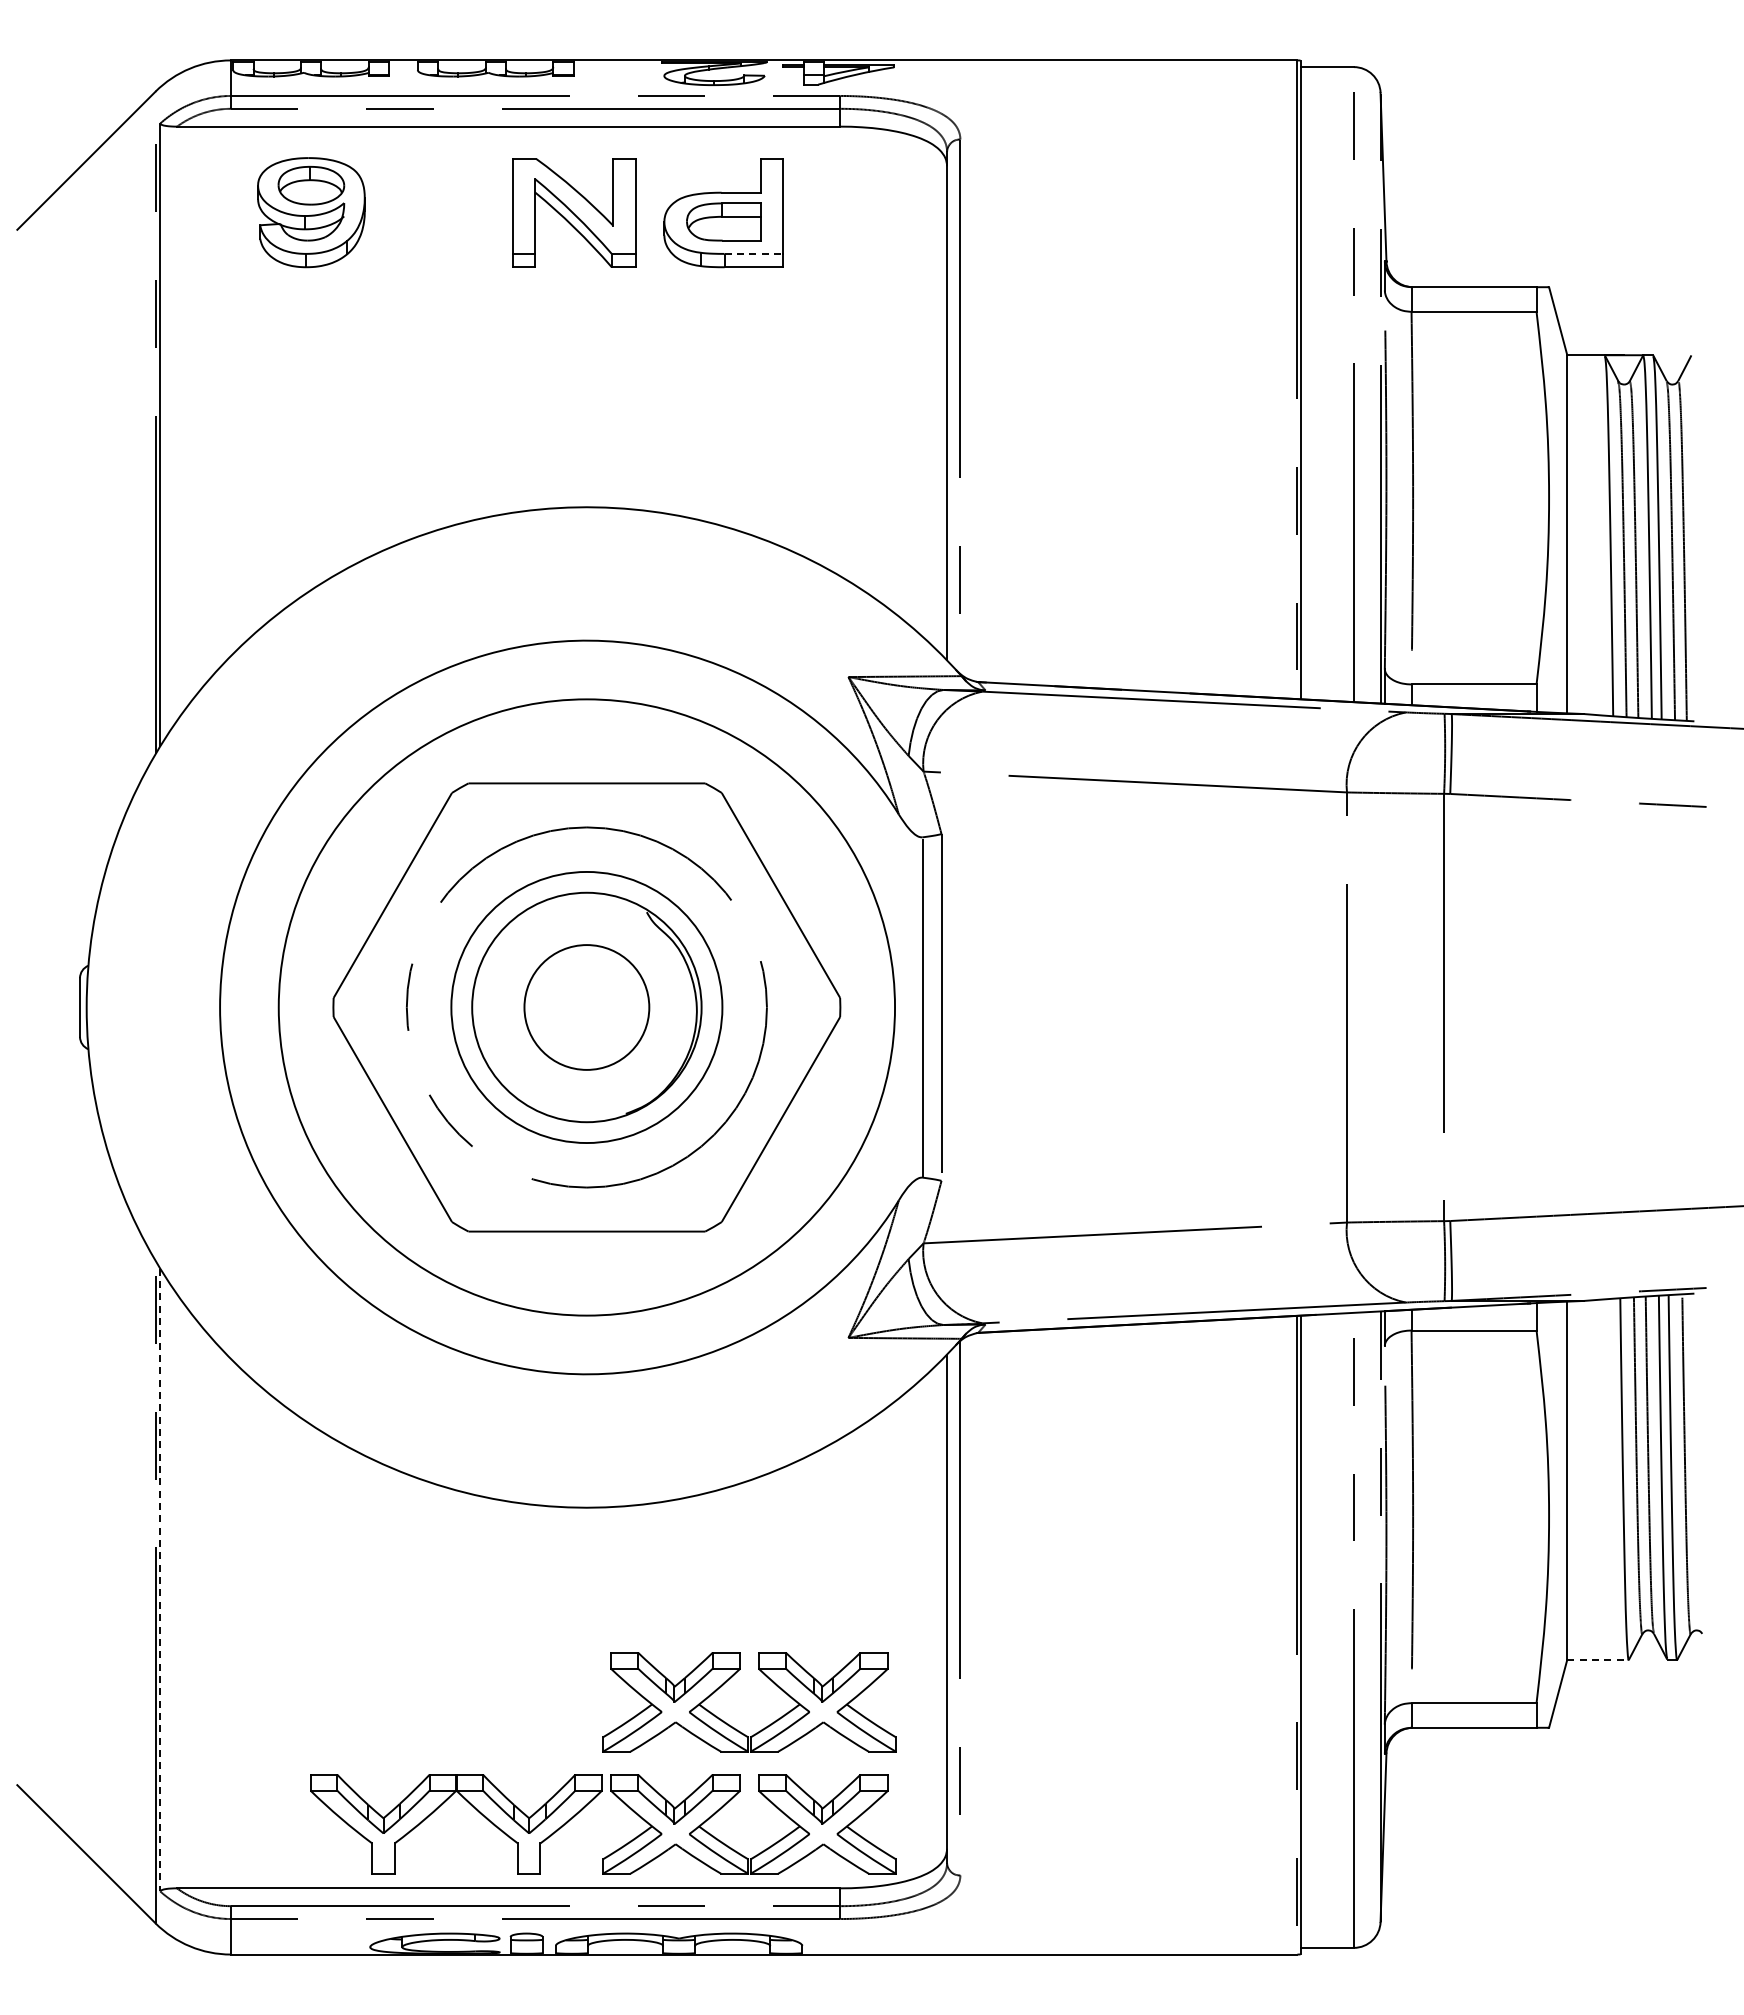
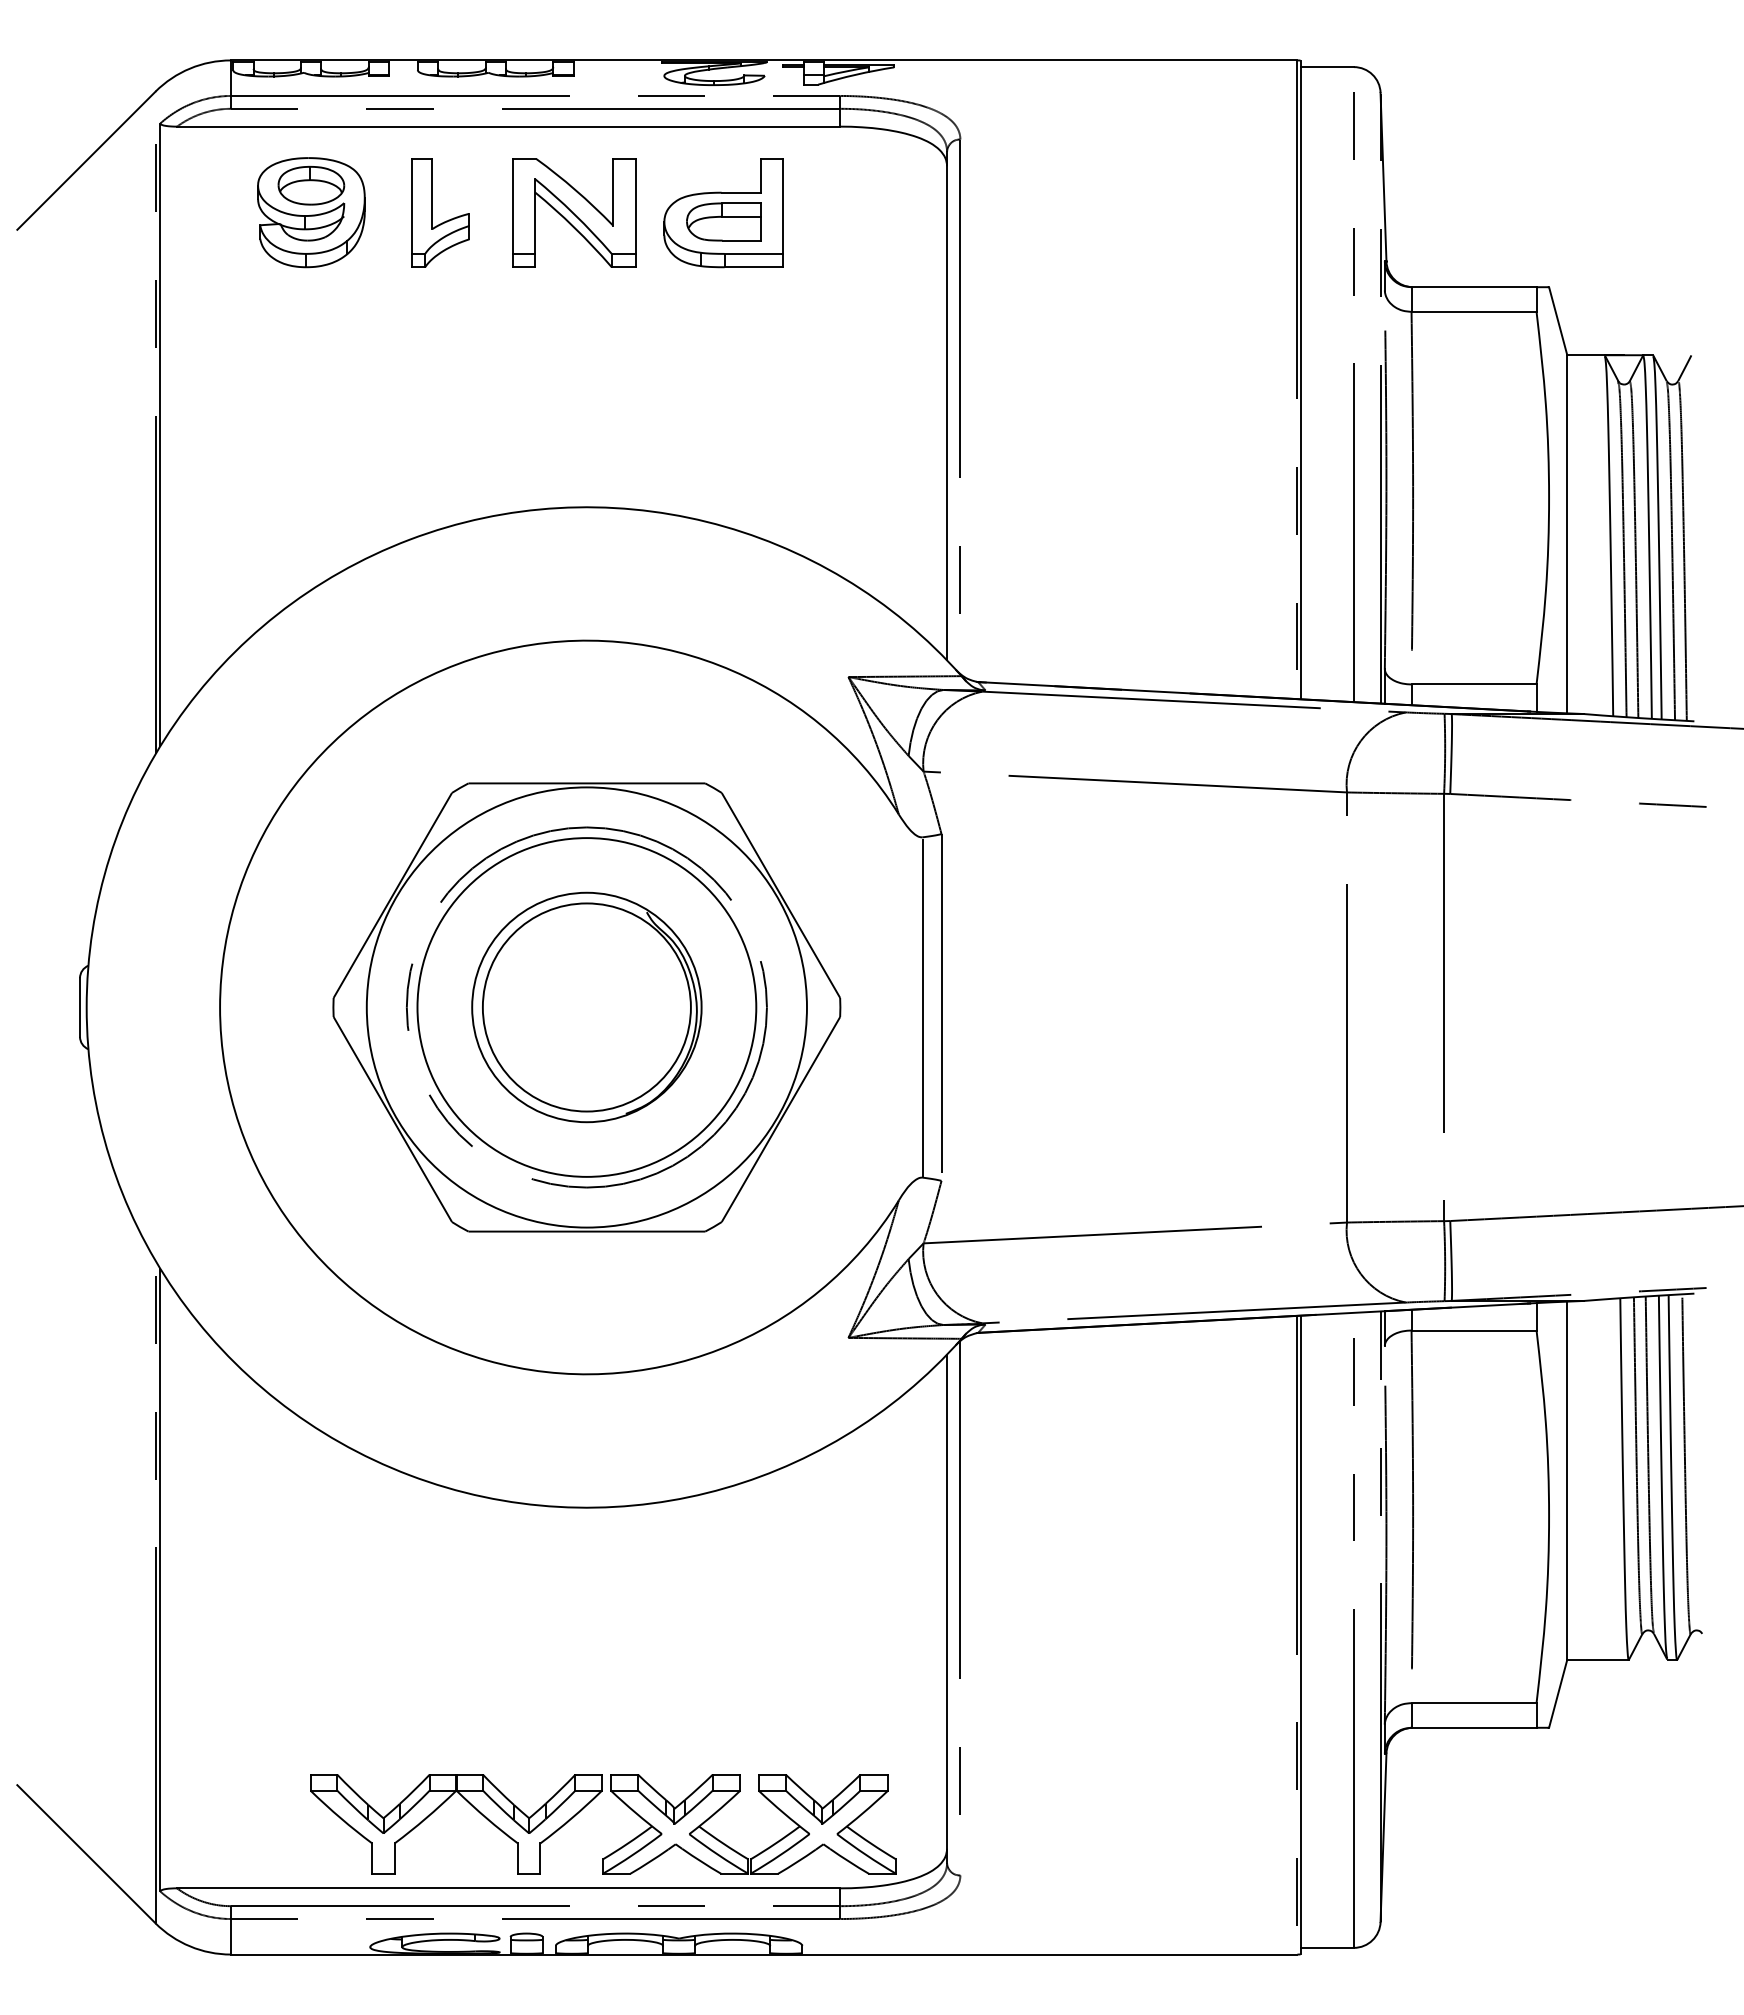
part at (432, 212): none -> present
line at (754, 253): dashed -> solid
circle at (586, 1007) diameter: 125 px -> 208 px
circle at (586, 1007) diameter: 271 px -> 339 px
circle at (586, 1007) diameter: 616 px -> 440 px
line at (160, 1580): dashed -> solid
line at (1598, 1659): dashed -> solid
part at (734, 1727): present -> none
